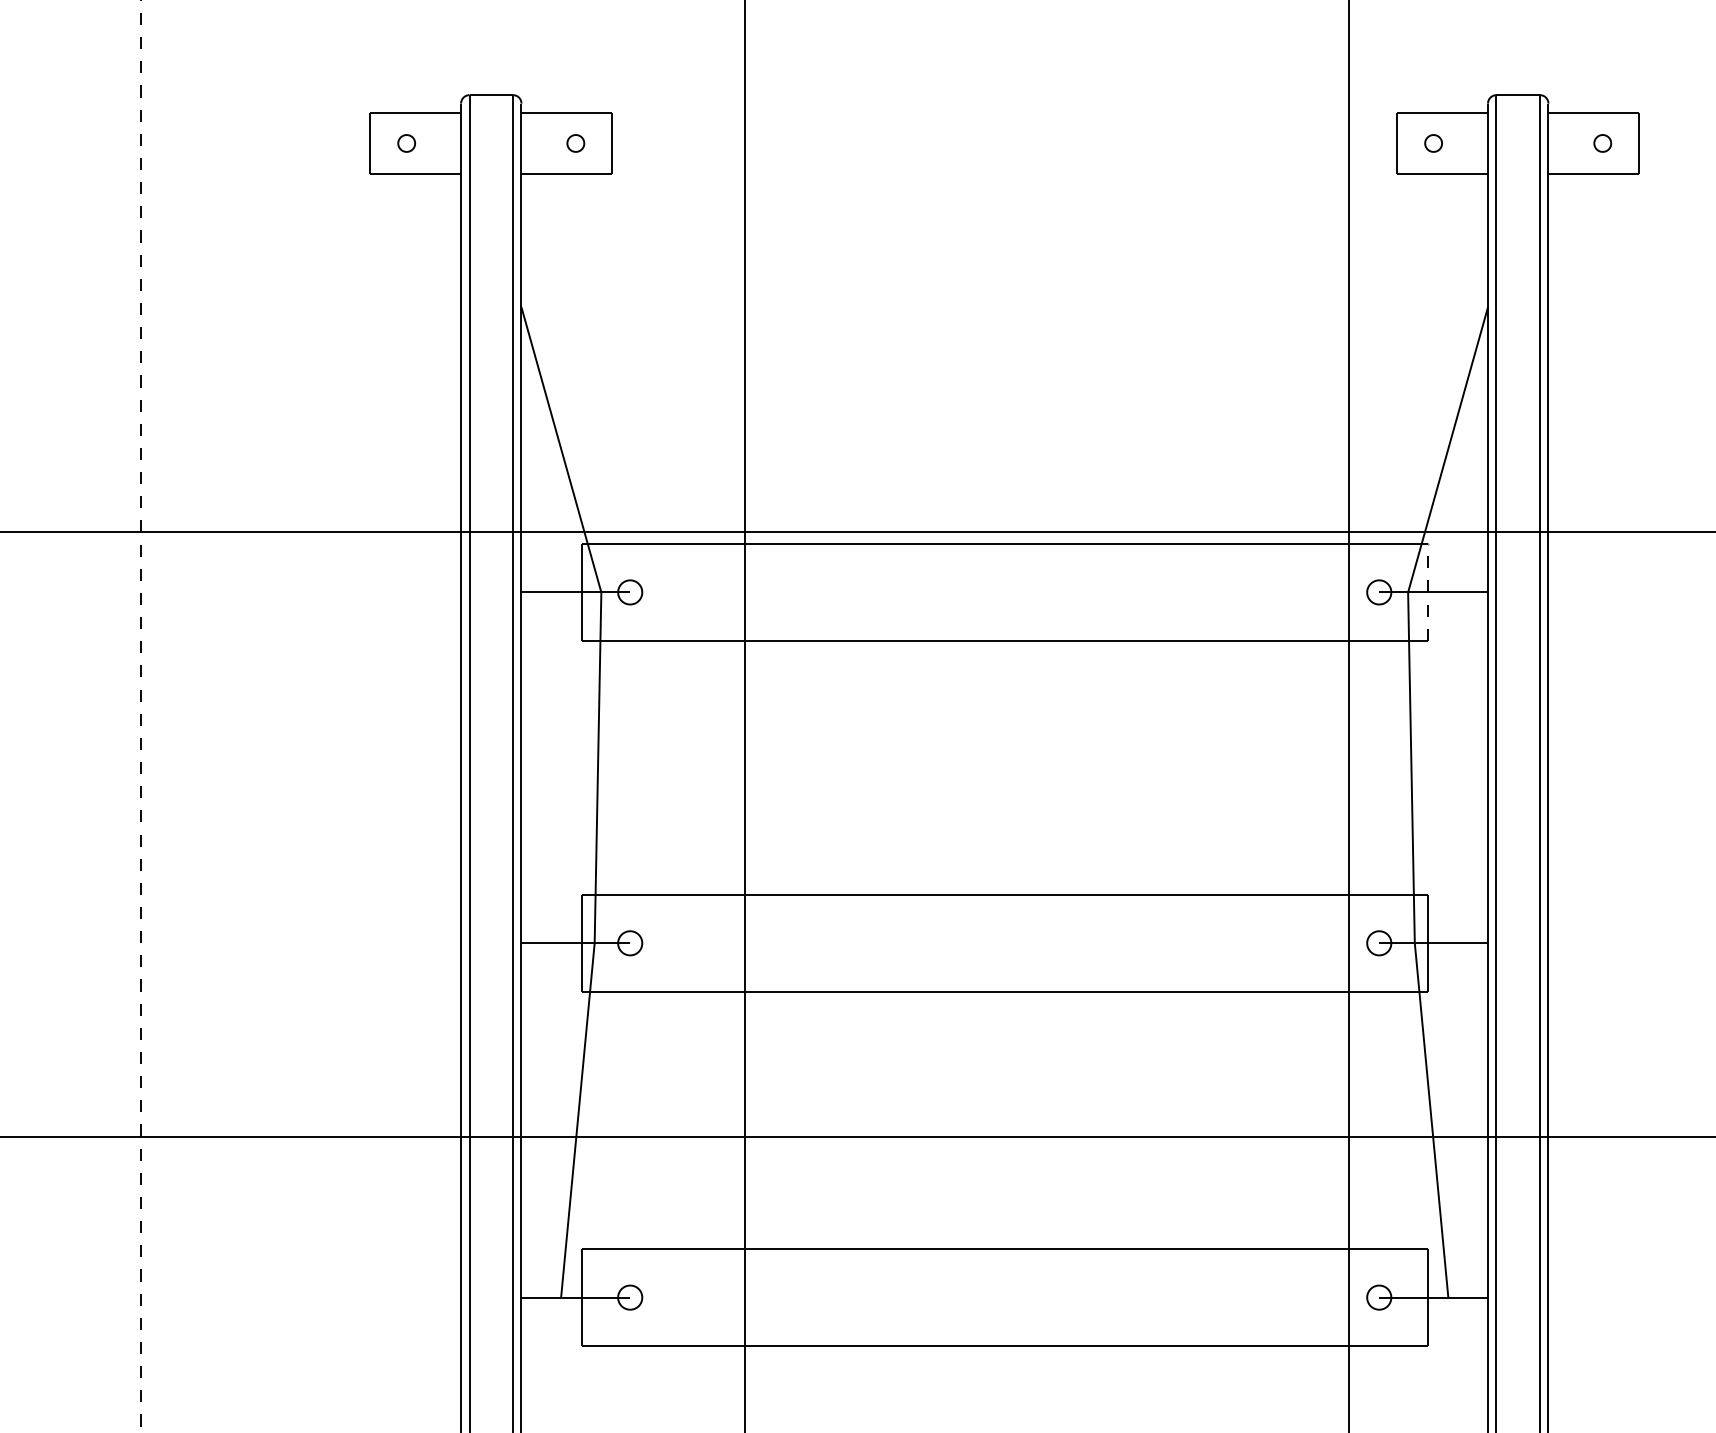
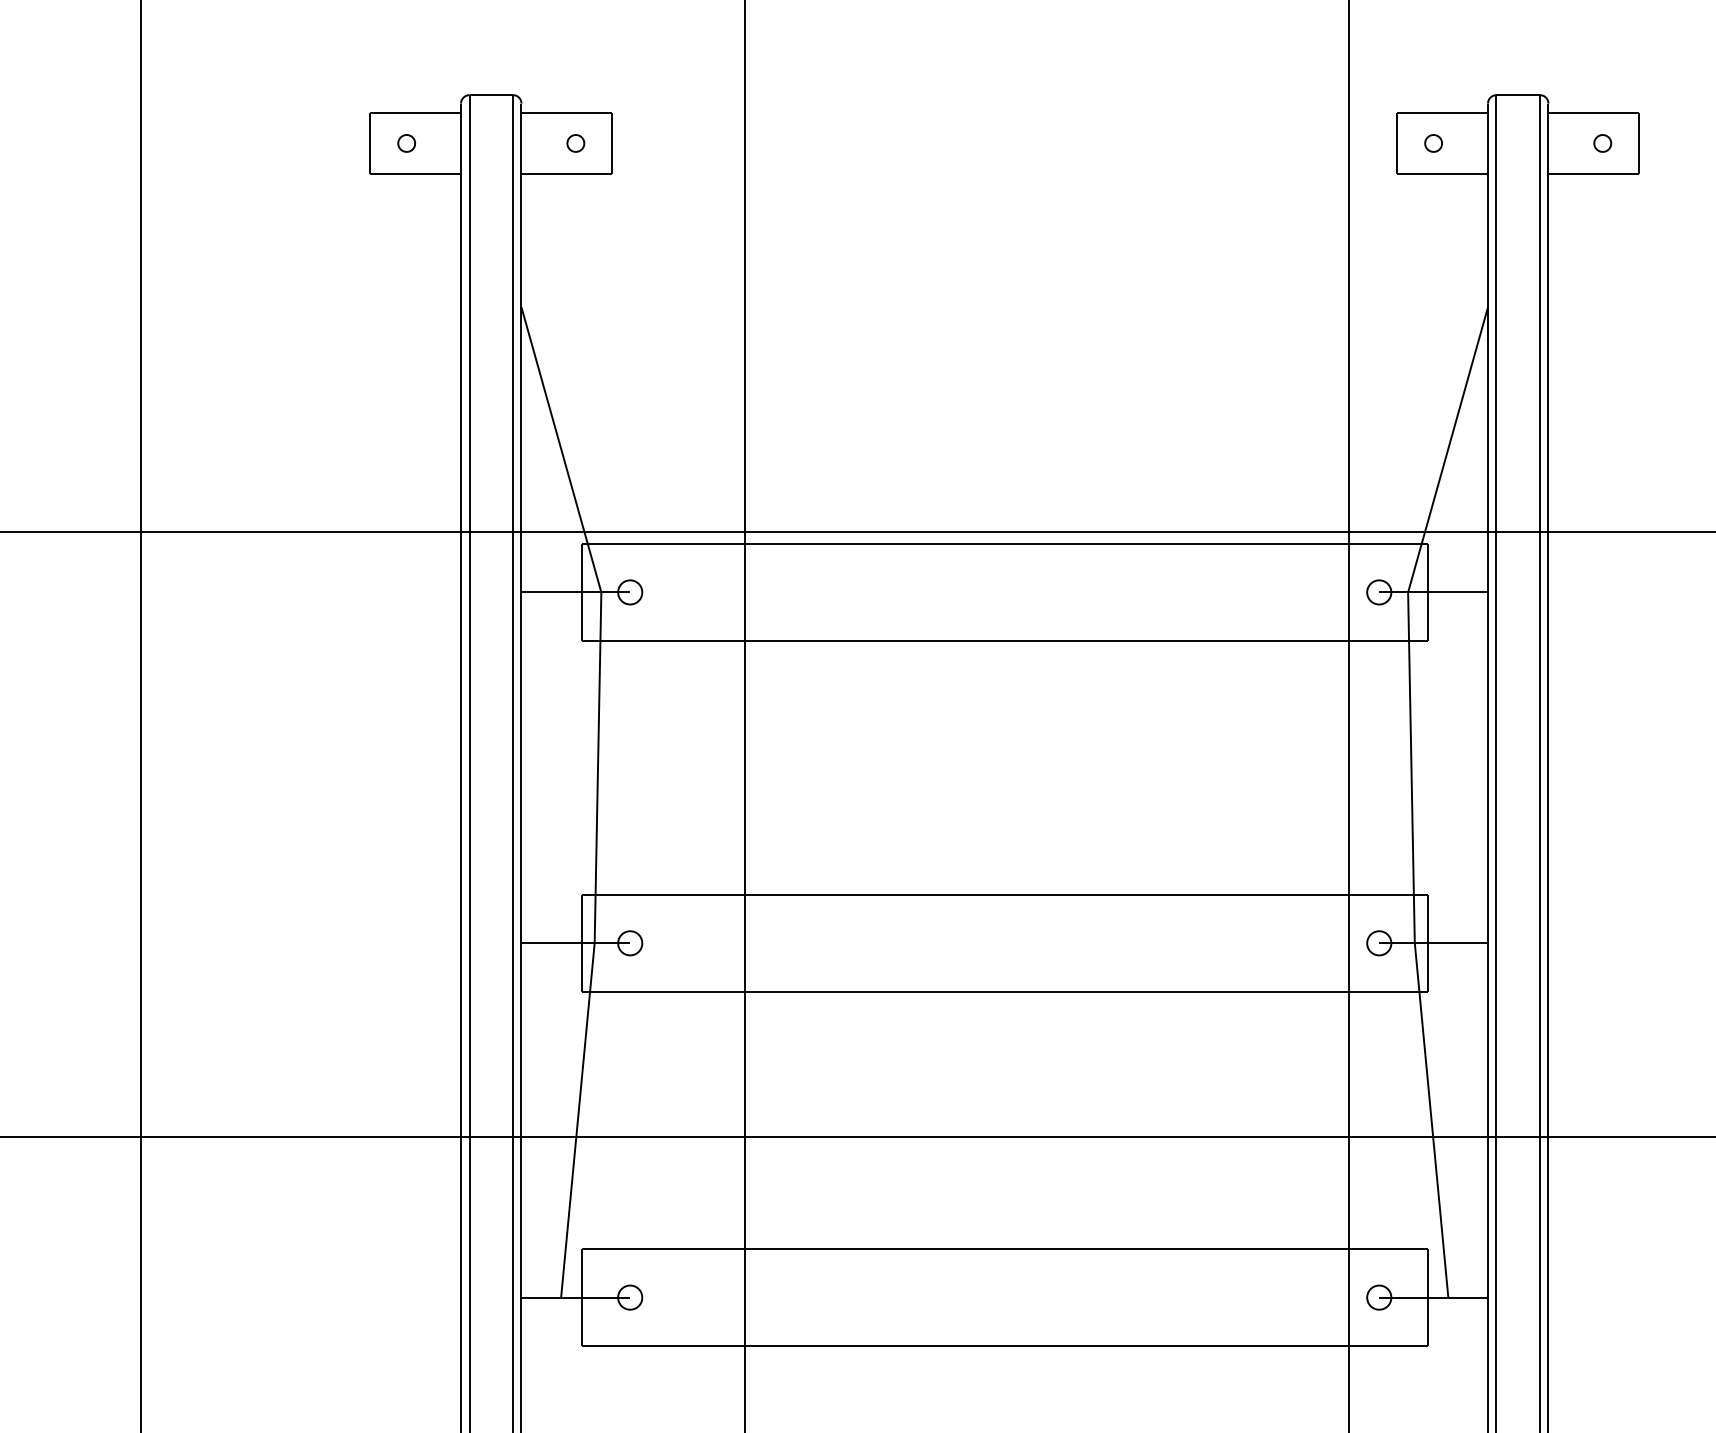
line at (1427, 591): dashed -> solid
line at (140, 716): dashed -> solid
